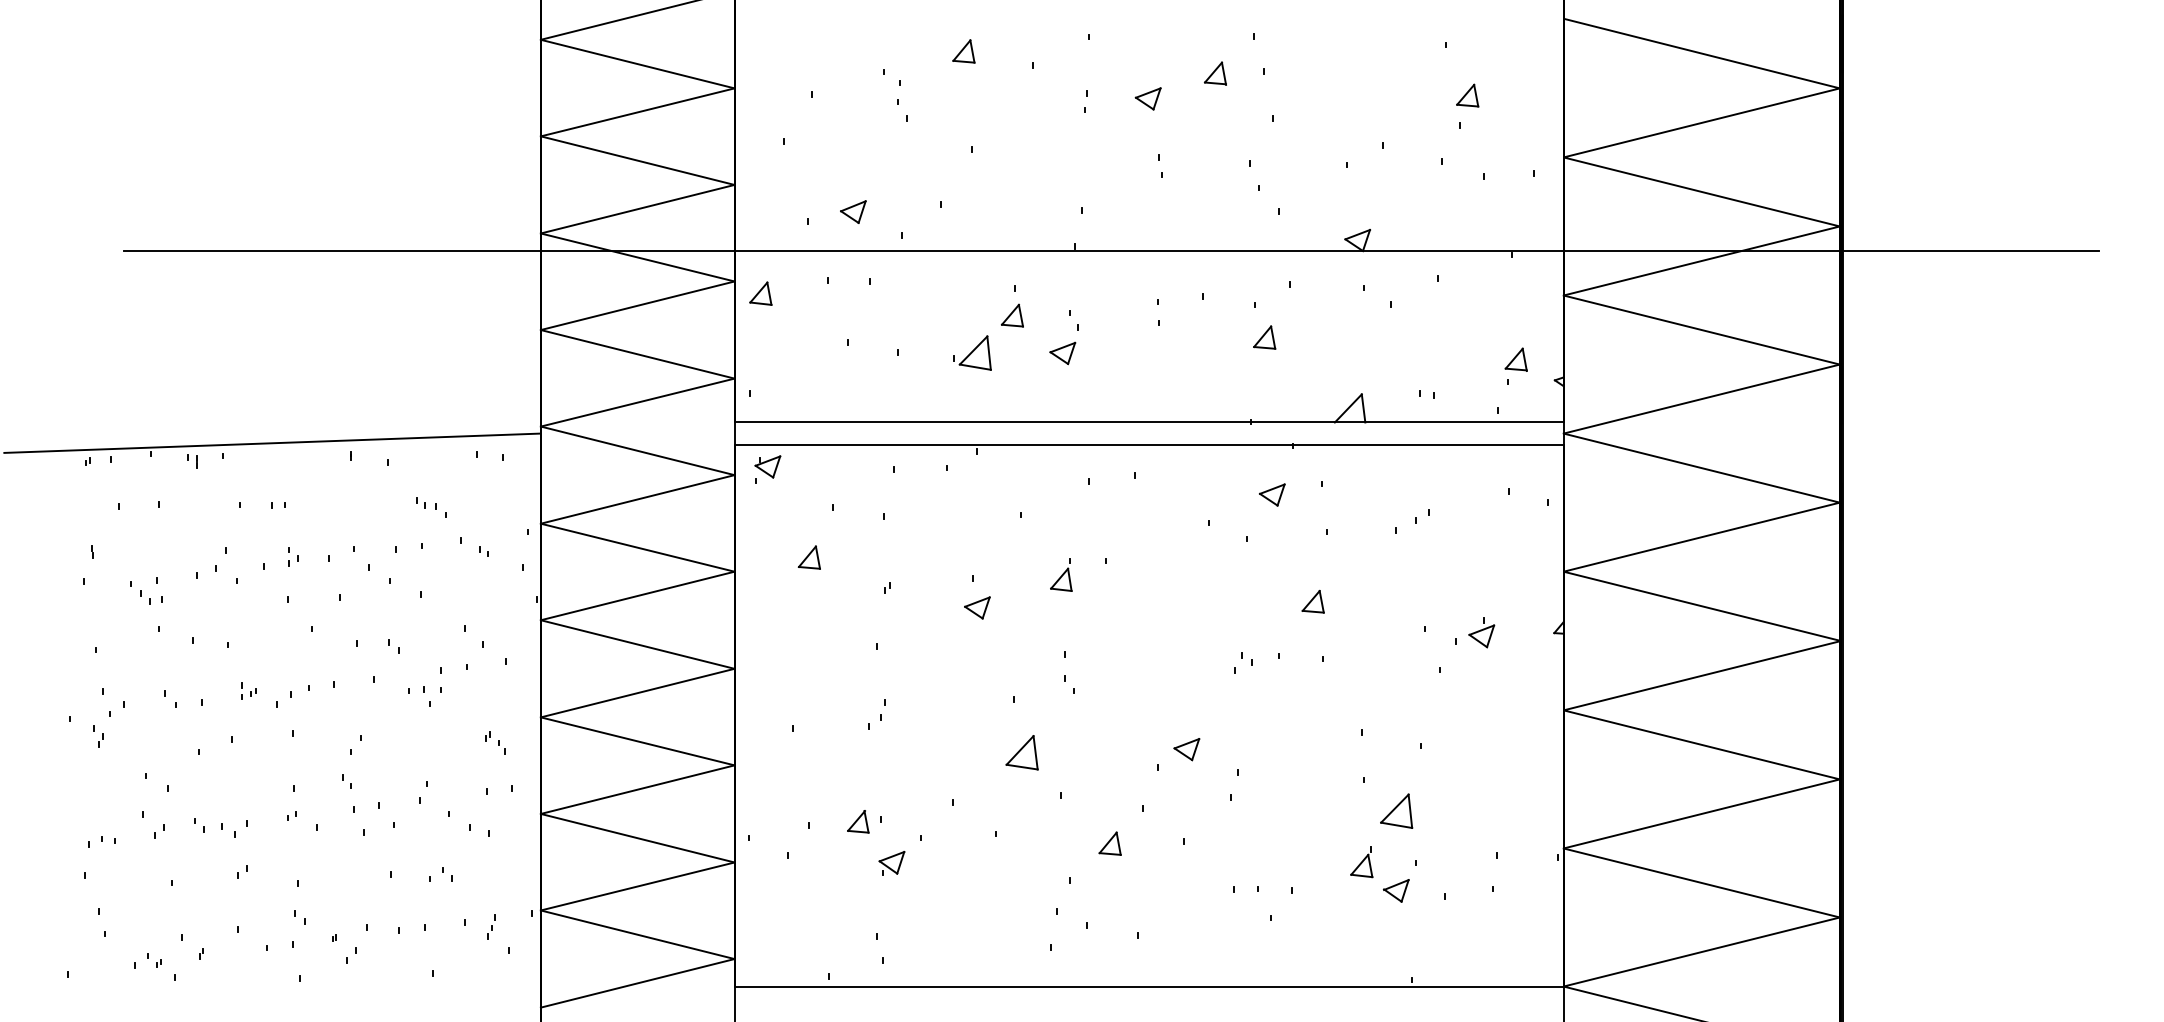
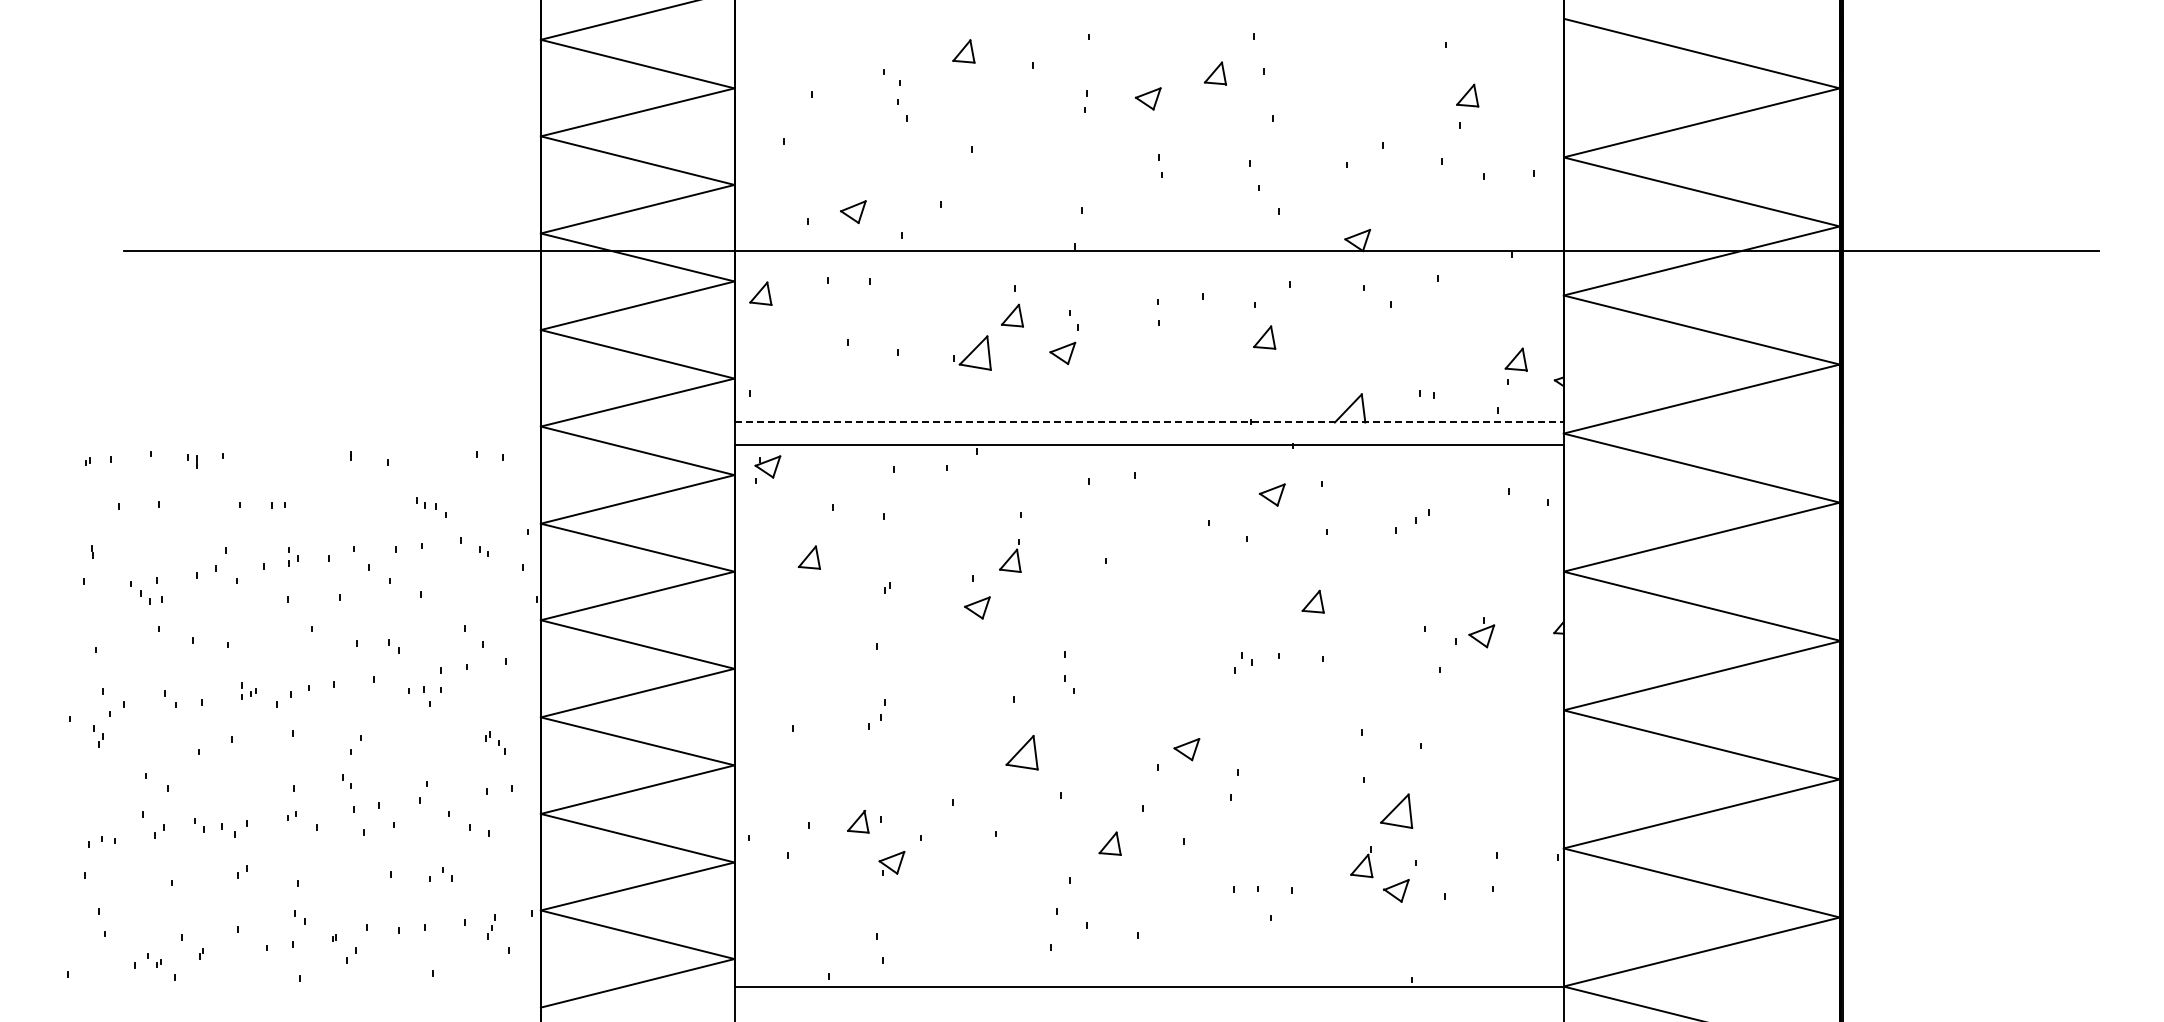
line at (1149, 422): solid -> dashed
line at (272, 442): present -> none
part at (1061, 574) position: (1061, 574) -> (1010, 555)
